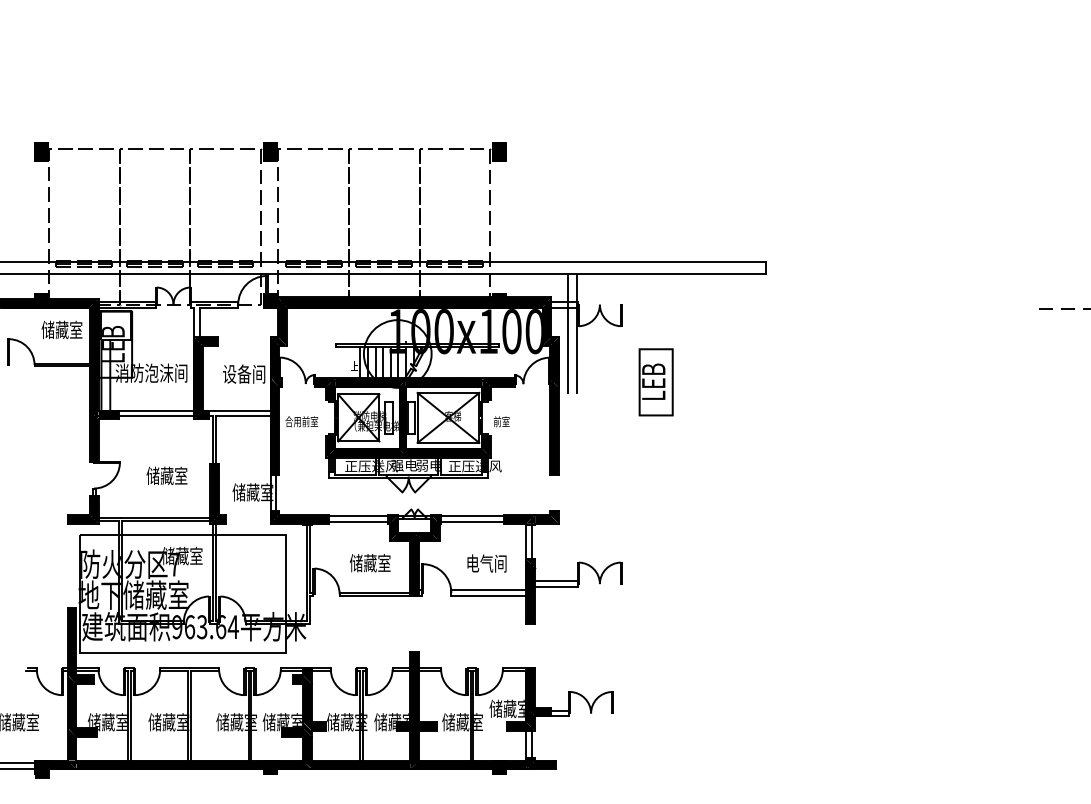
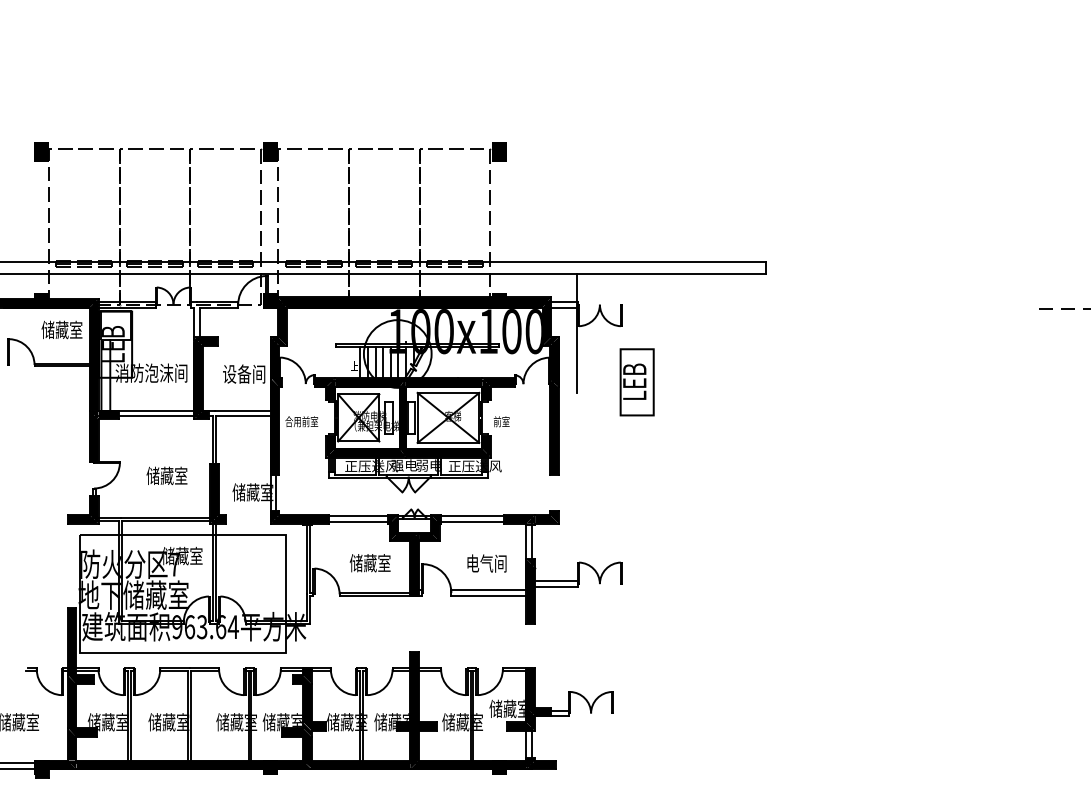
line at (568, 333): present -> none
text at (655, 382) position: (655, 382) -> (636, 382)
